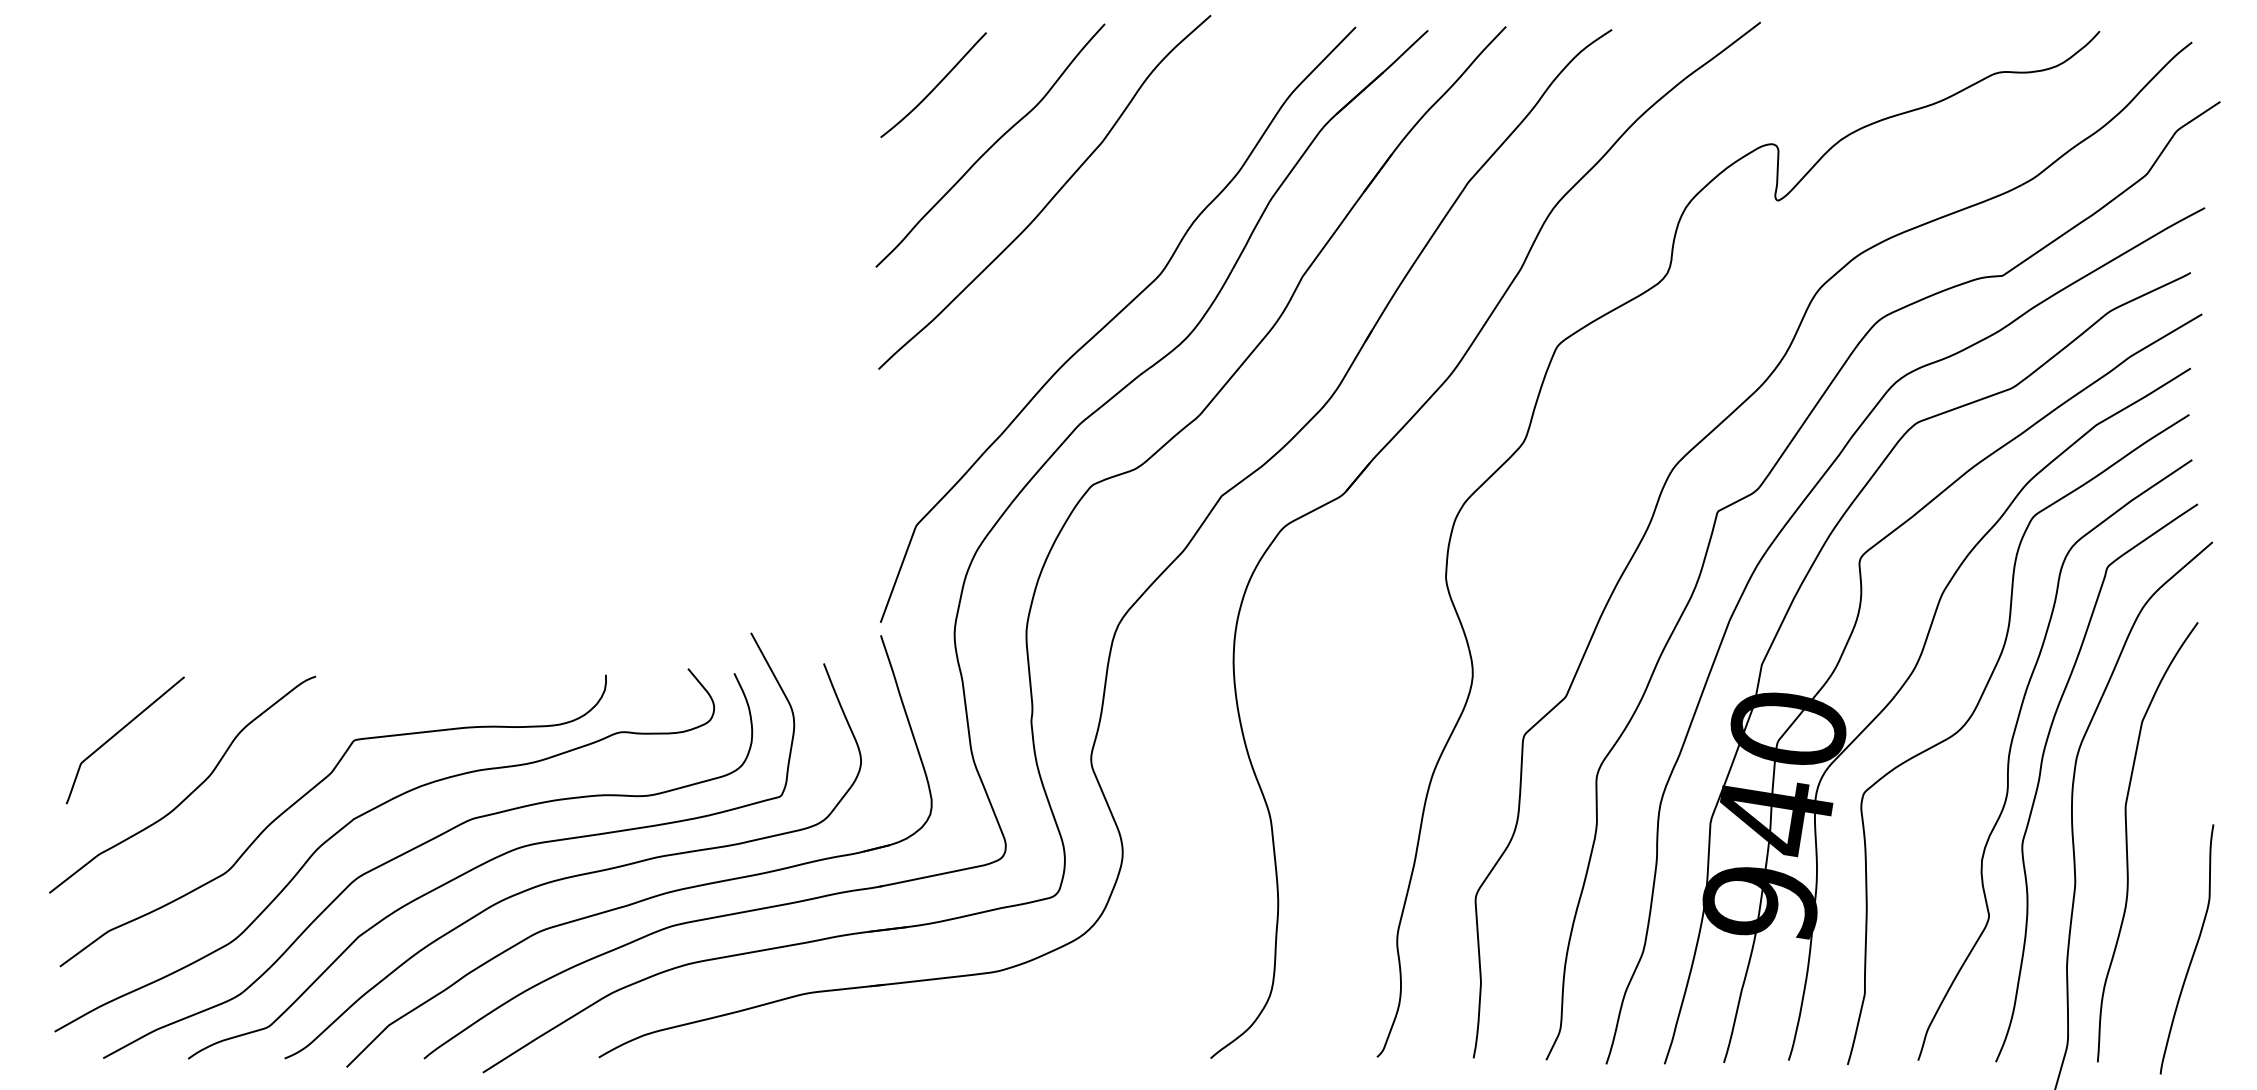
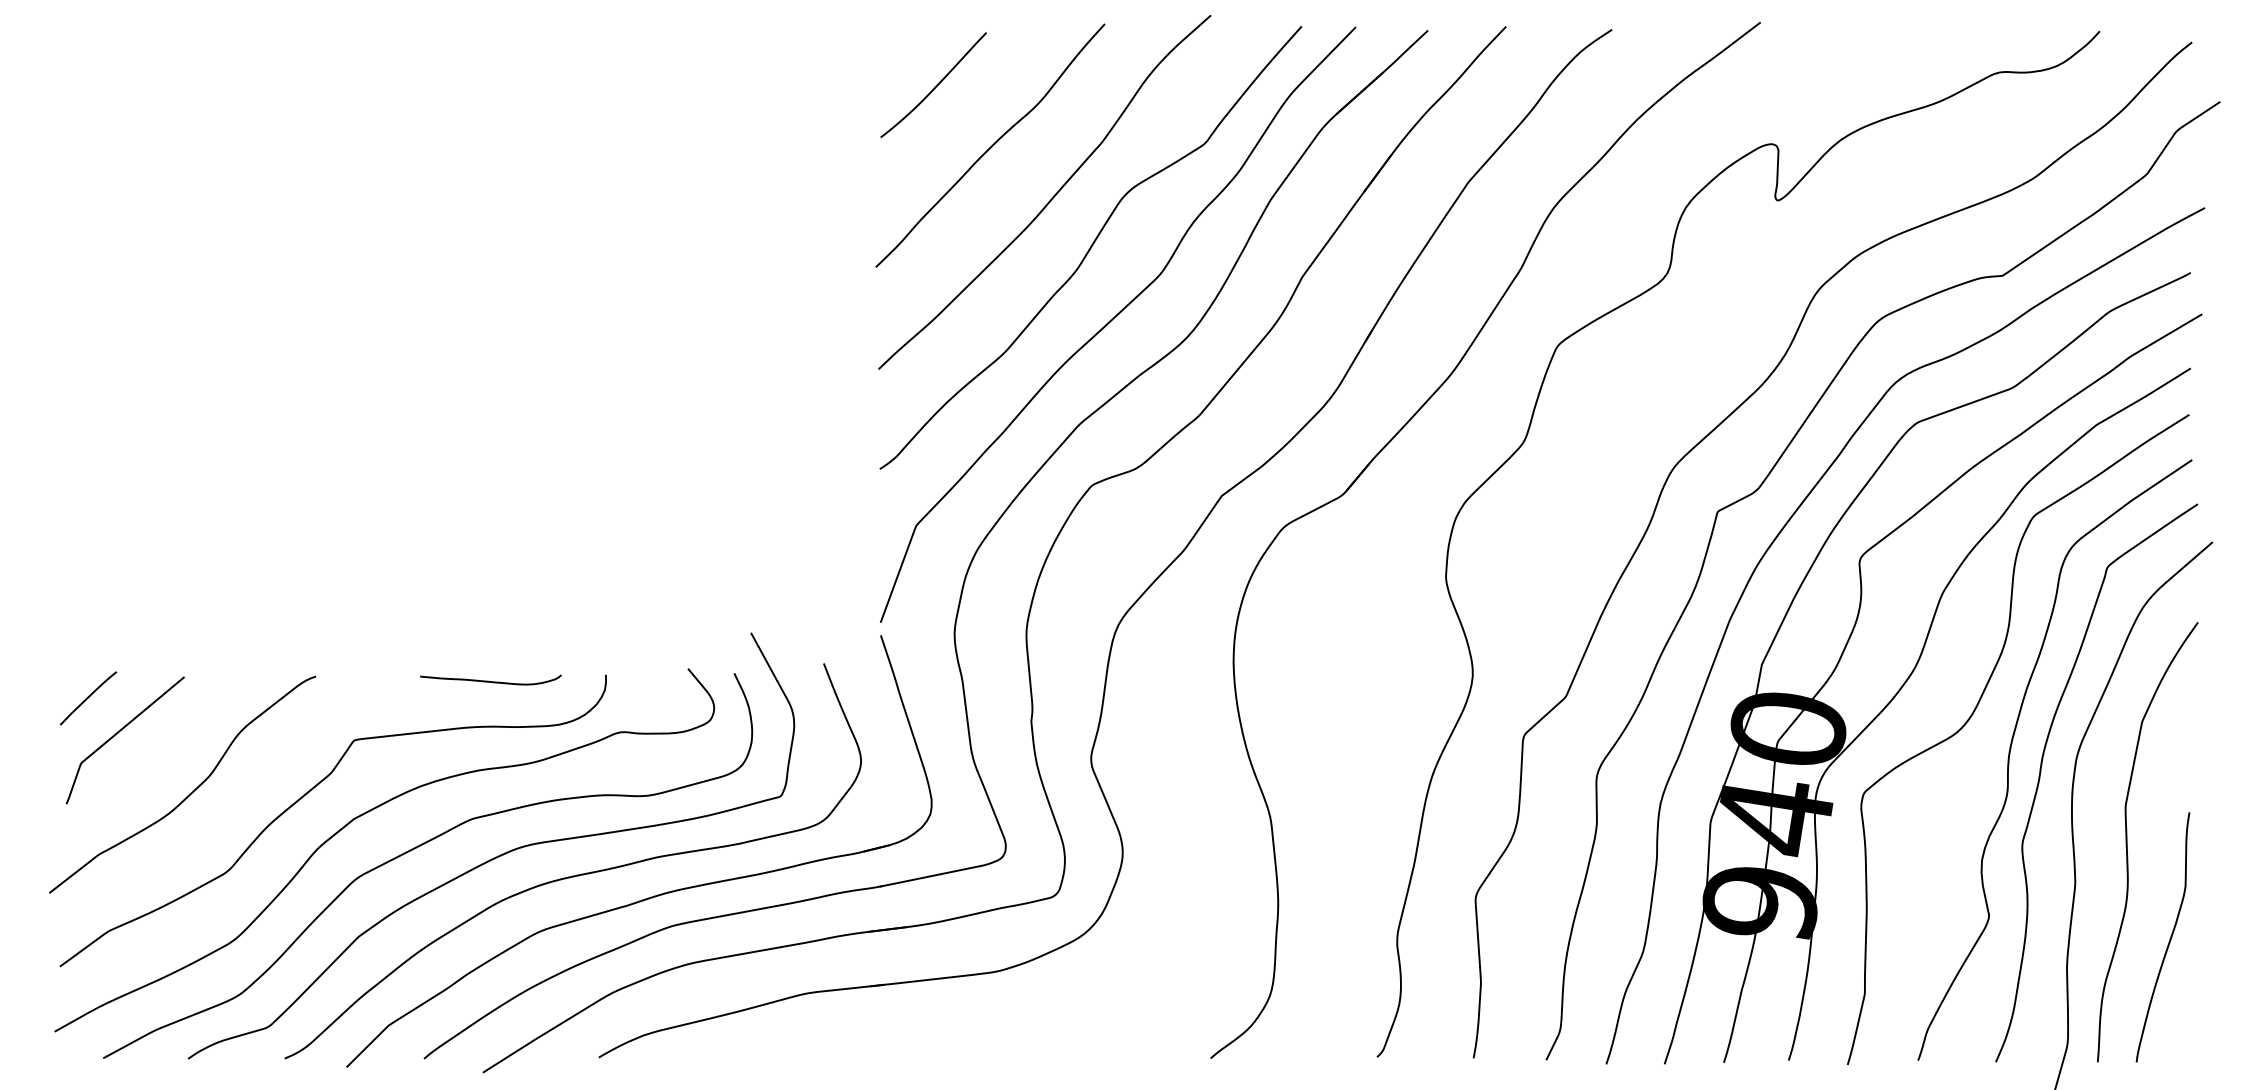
curve at (1090, 247): none -> present
curve at (490, 681): none -> present
curve at (88, 698): none -> present
curve at (2192, 953) position: (2192, 953) -> (2168, 941)
